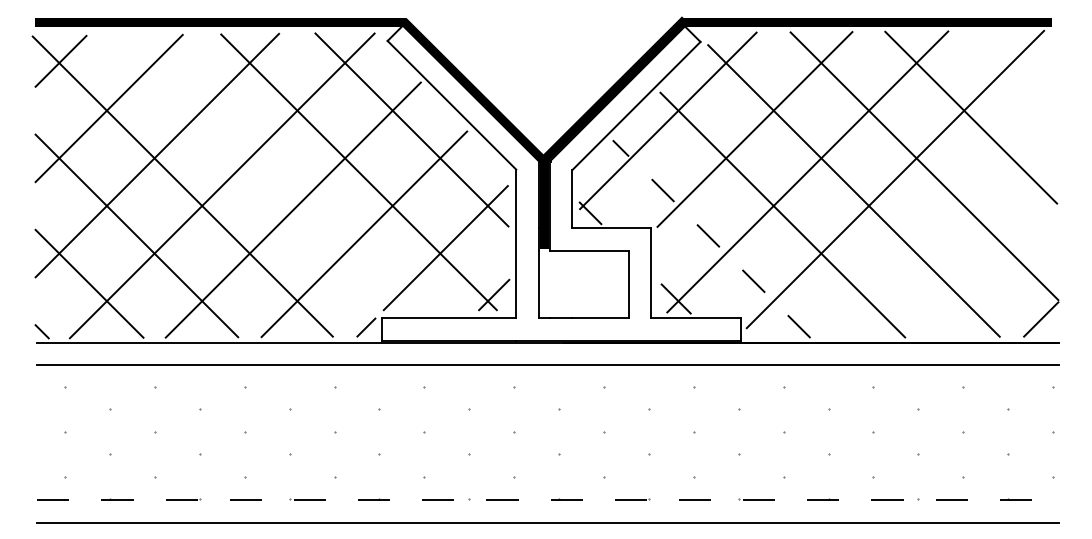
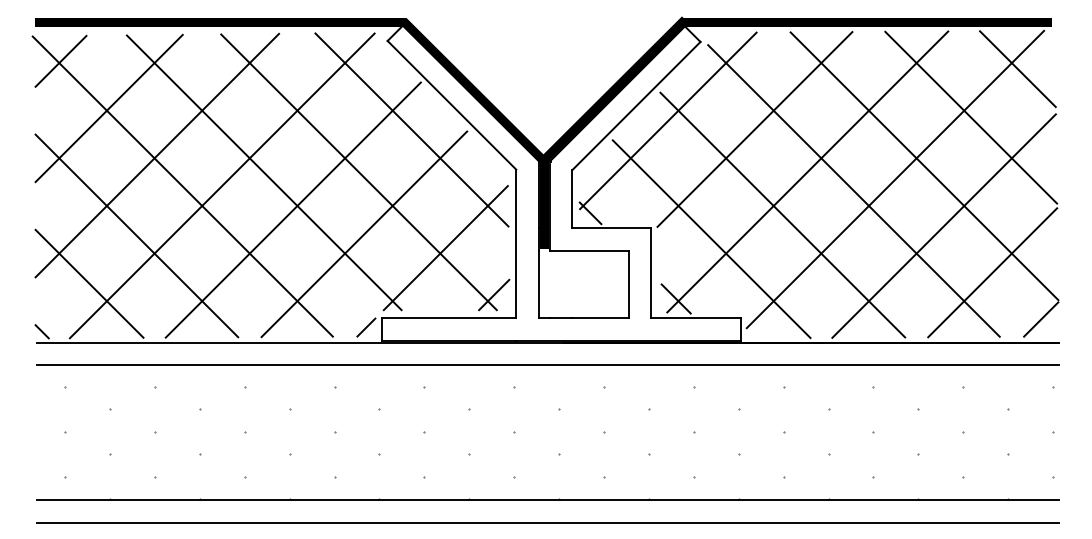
line at (1017, 69): none -> present
line at (263, 172): none -> present
line at (943, 225): none -> present
line at (711, 239): dashed -> solid
line at (992, 272): none -> present
line at (548, 500): dashed -> solid
